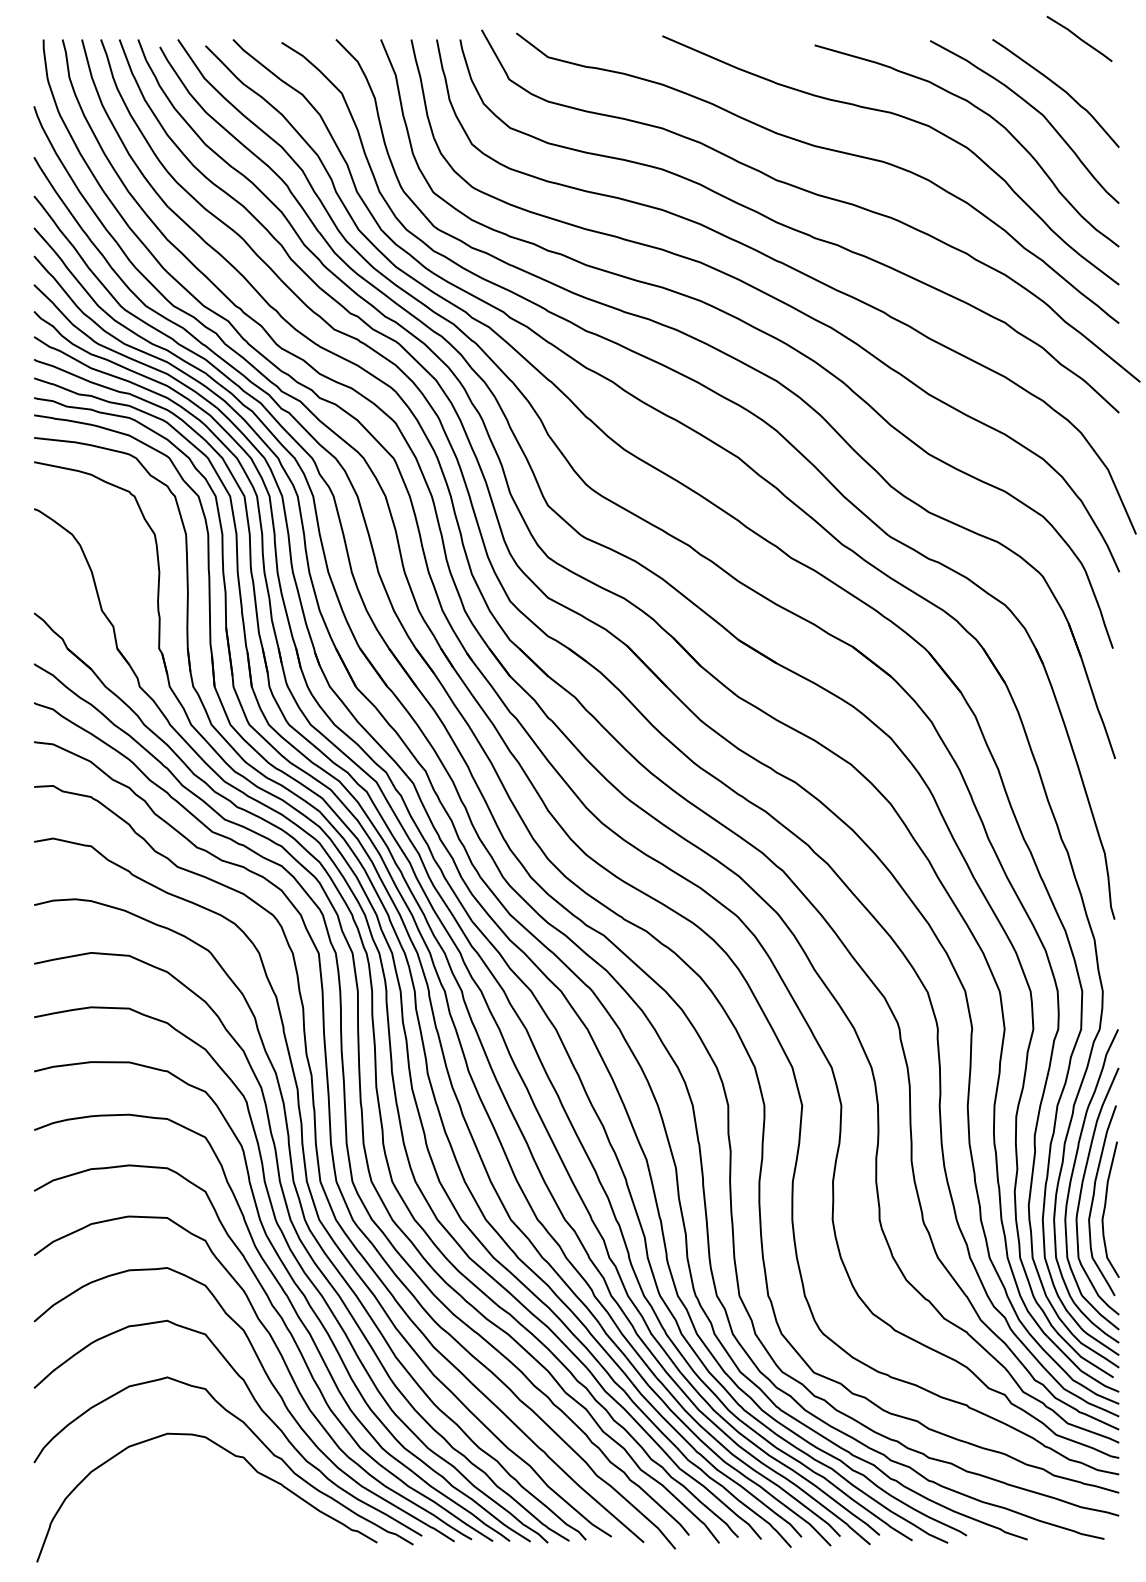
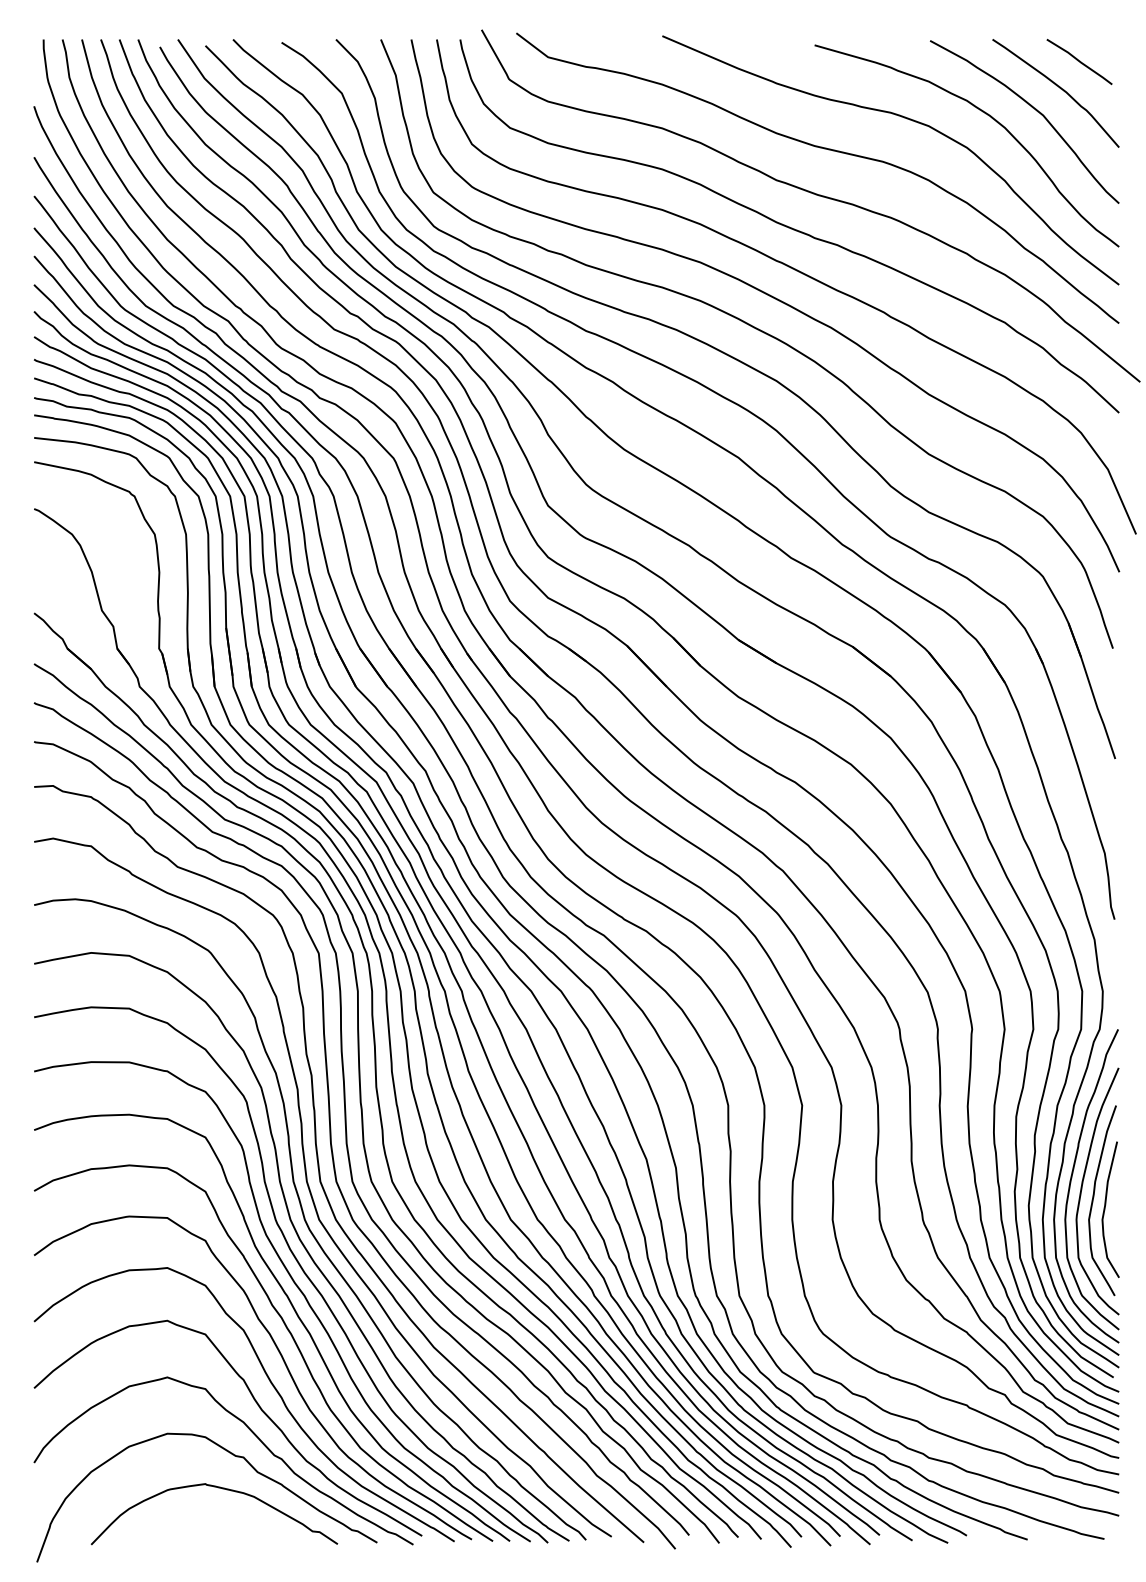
line at (1079, 39) position: (1079, 39) -> (1079, 62)
curve at (222, 1489): none -> present
